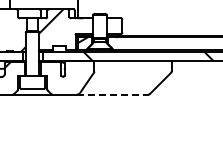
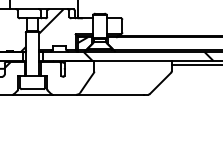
line at (195, 65): none -> present
line at (110, 94): dashed -> solid
